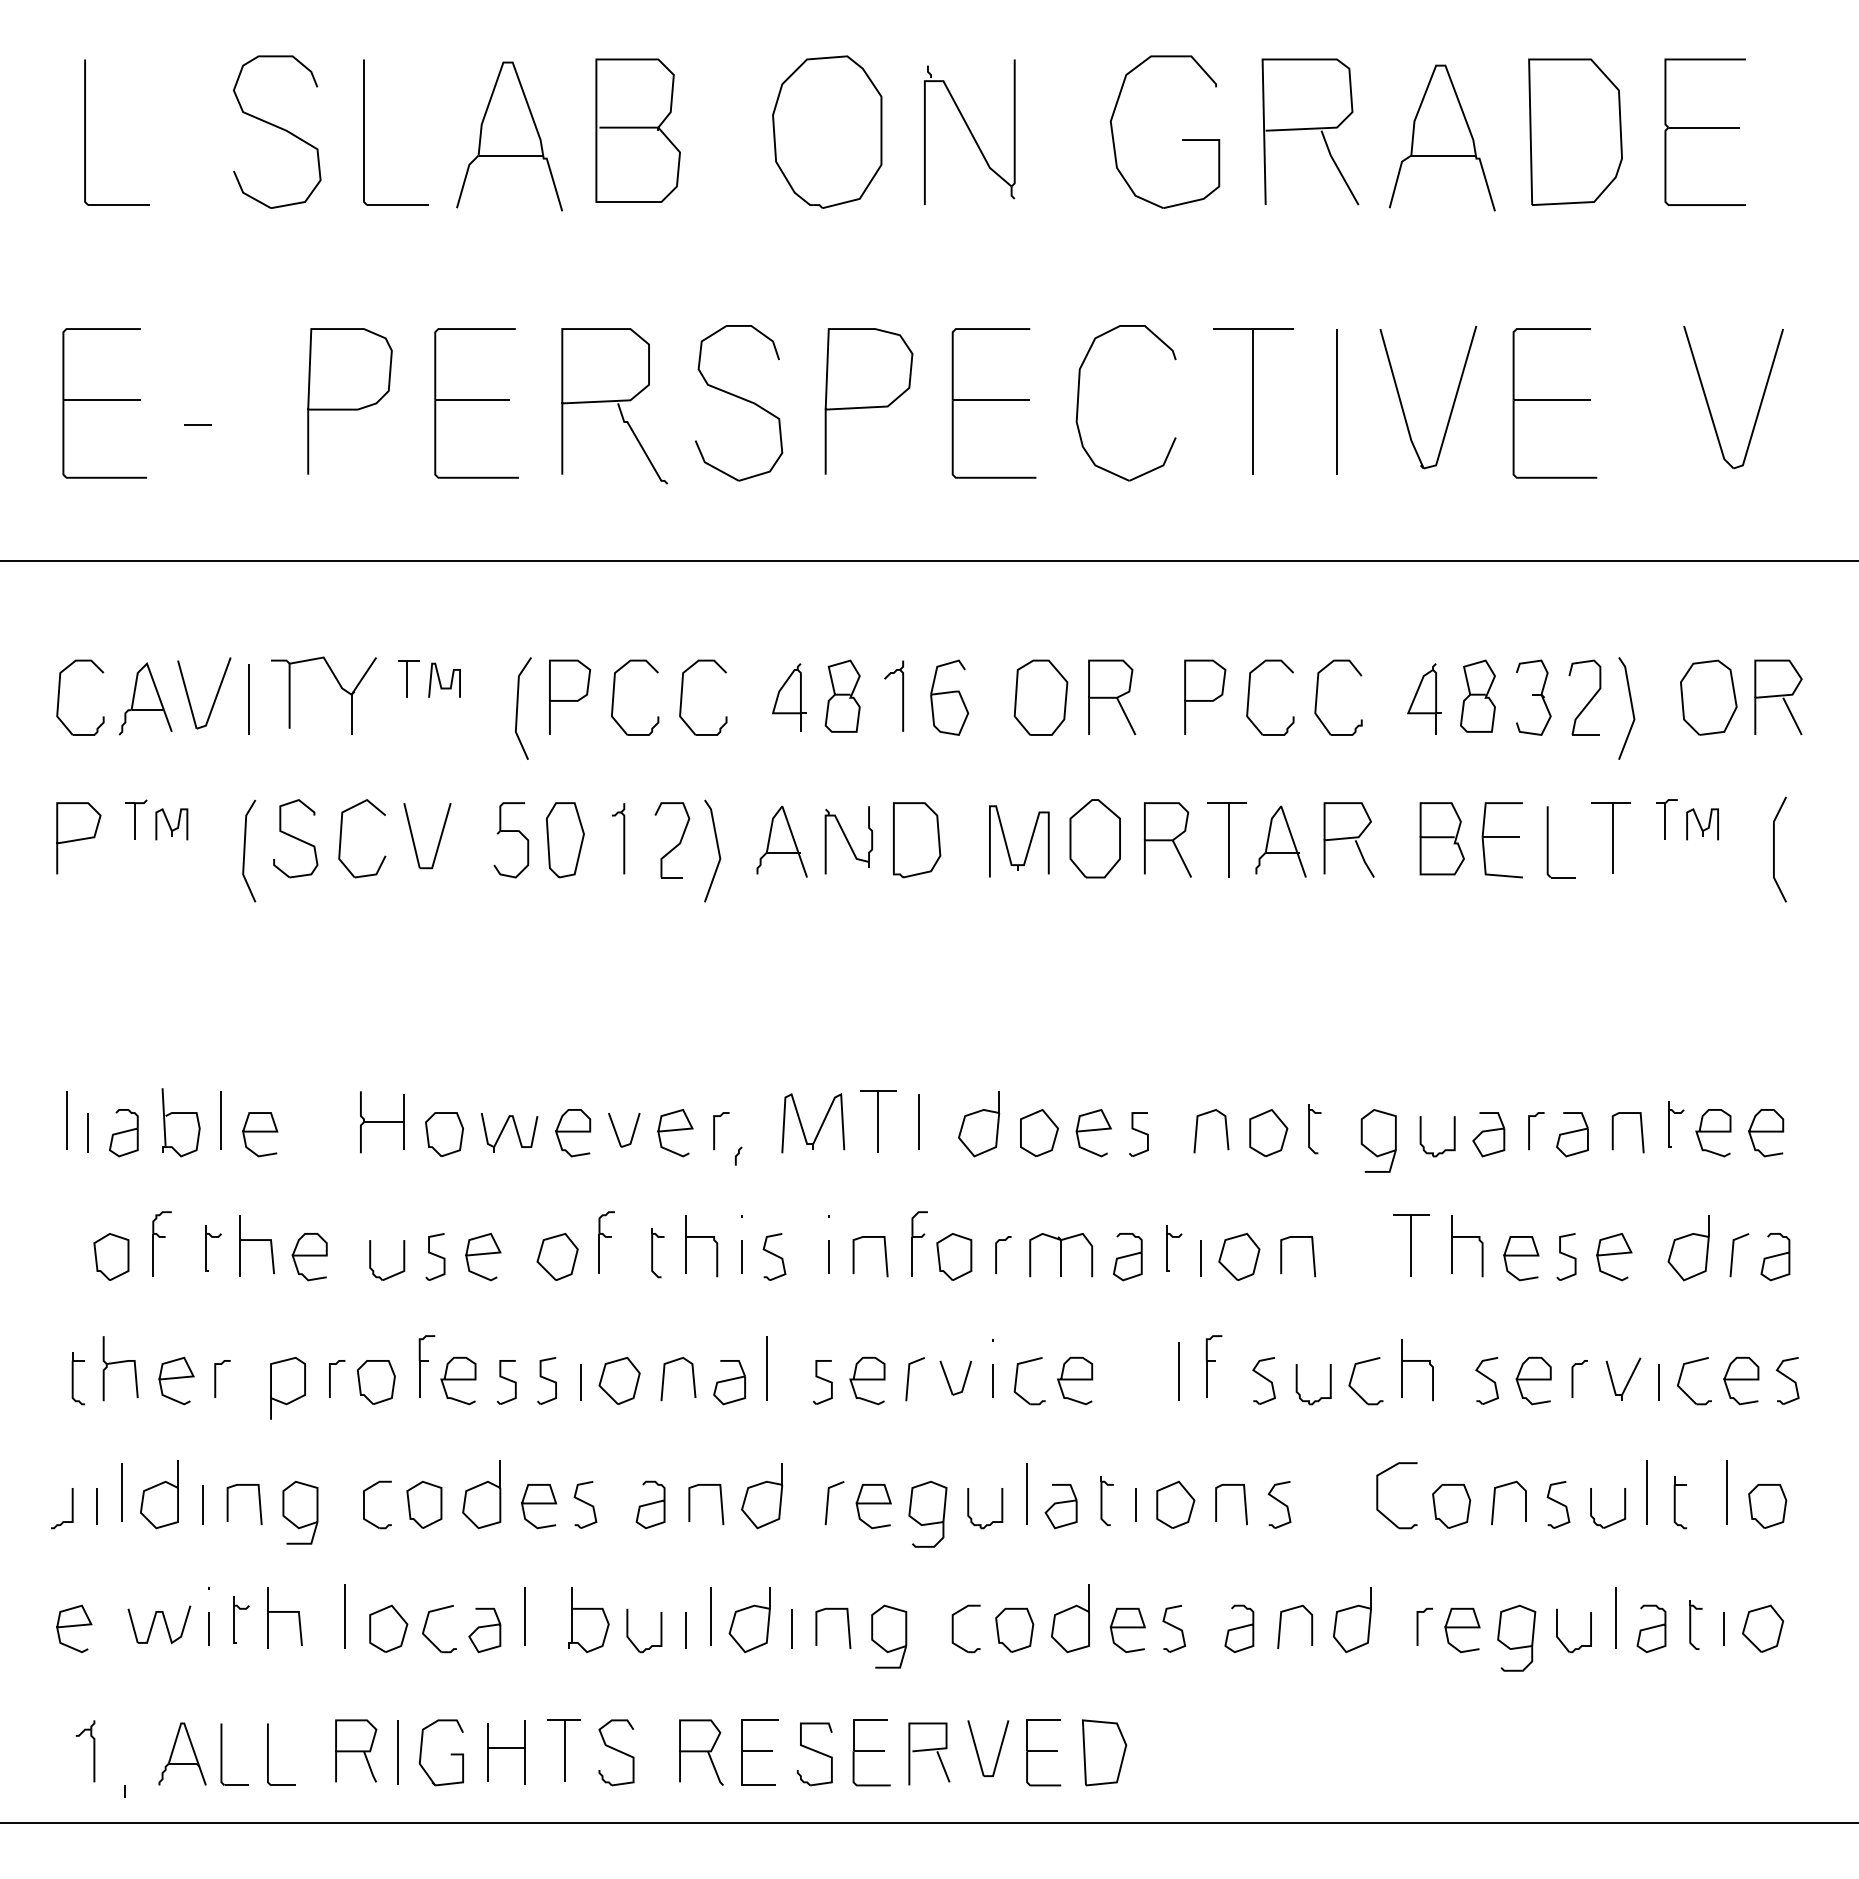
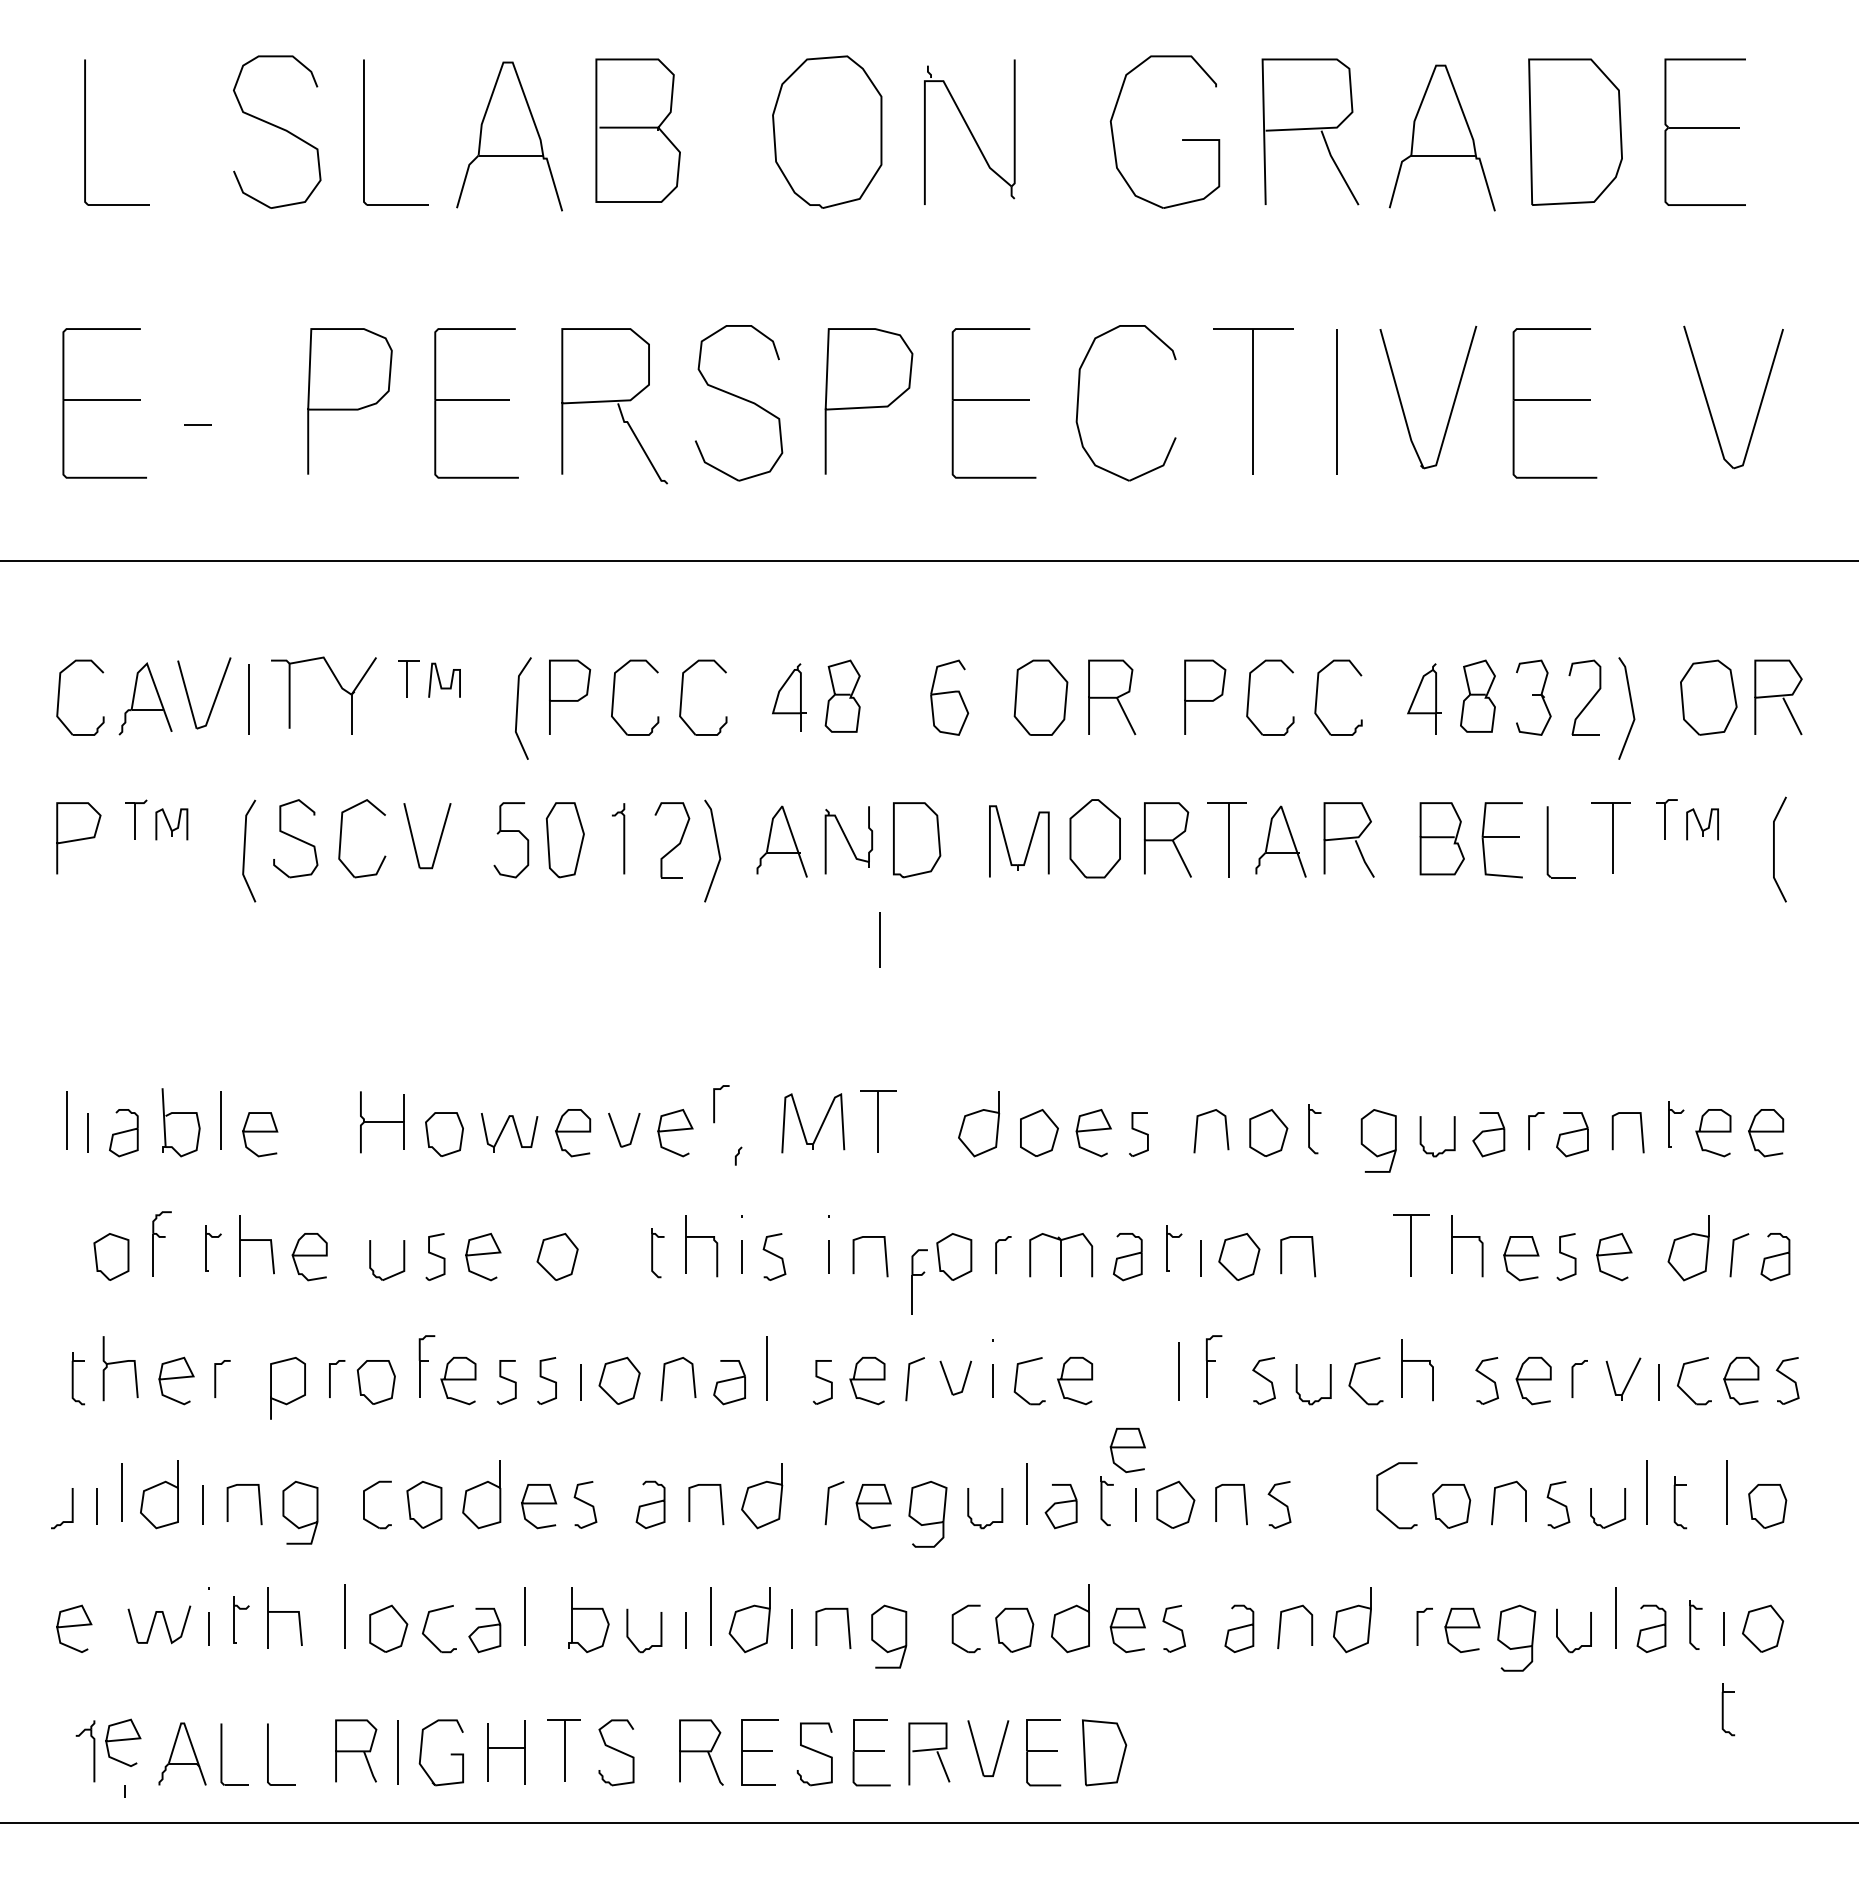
part at (902, 695): present -> none
line at (918, 1121) position: (918, 1121) -> (879, 939)
line at (714, 1131) position: (714, 1131) -> (714, 1104)
part at (606, 1242): present -> none
part at (919, 1243) position: (919, 1243) -> (919, 1281)
curve at (1127, 1448): none -> present
part at (1728, 1709): none -> present
curve at (123, 1740): none -> present
